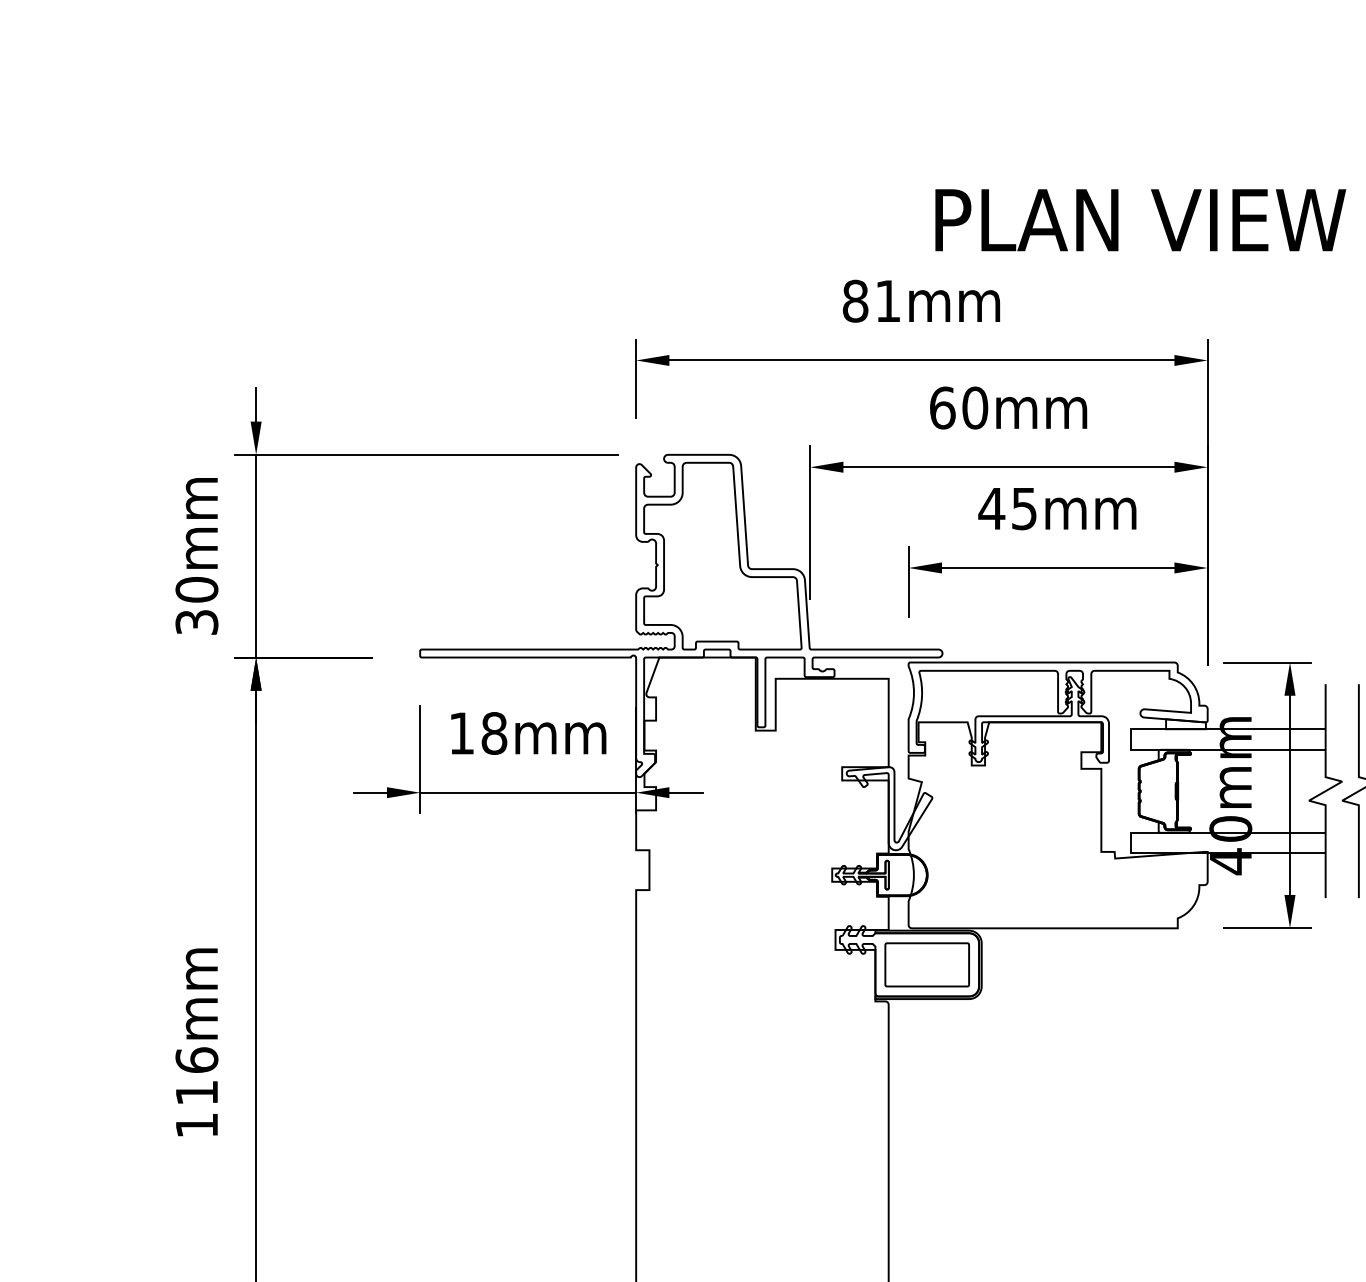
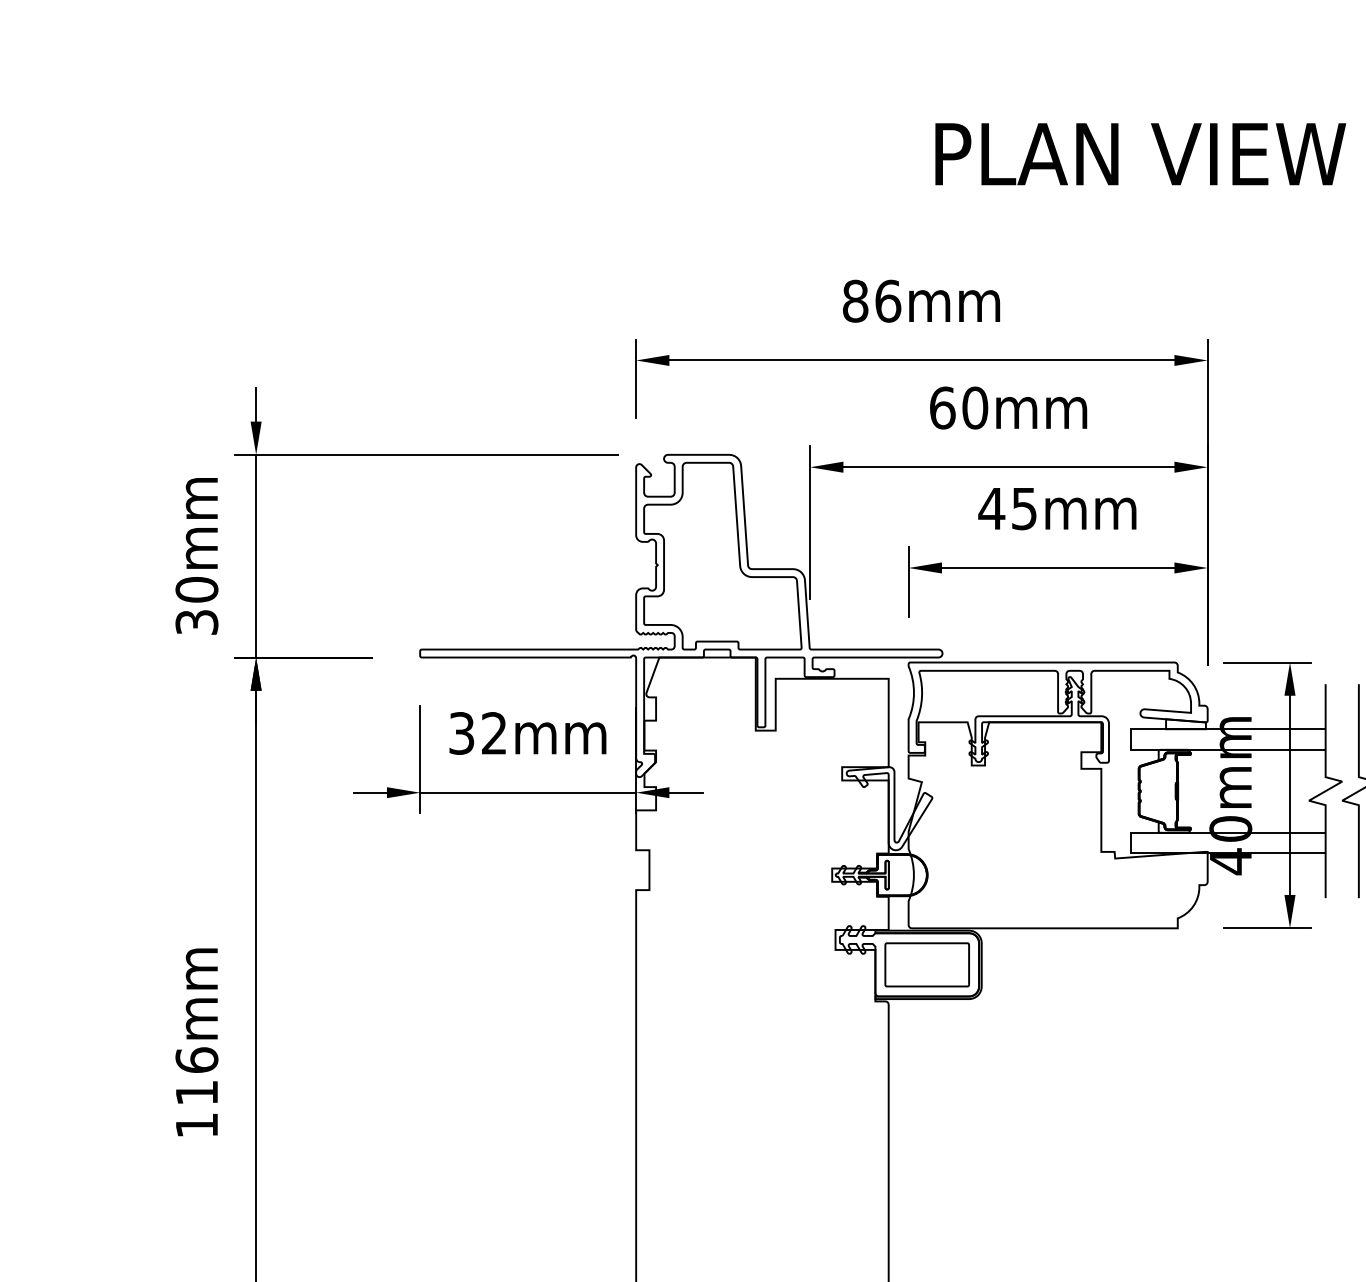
text at (1140, 220) position: (1140, 220) -> (1140, 154)
text at (888, 300): 81mm -> 86mm
text at (478, 733): 18mm -> 32mm
